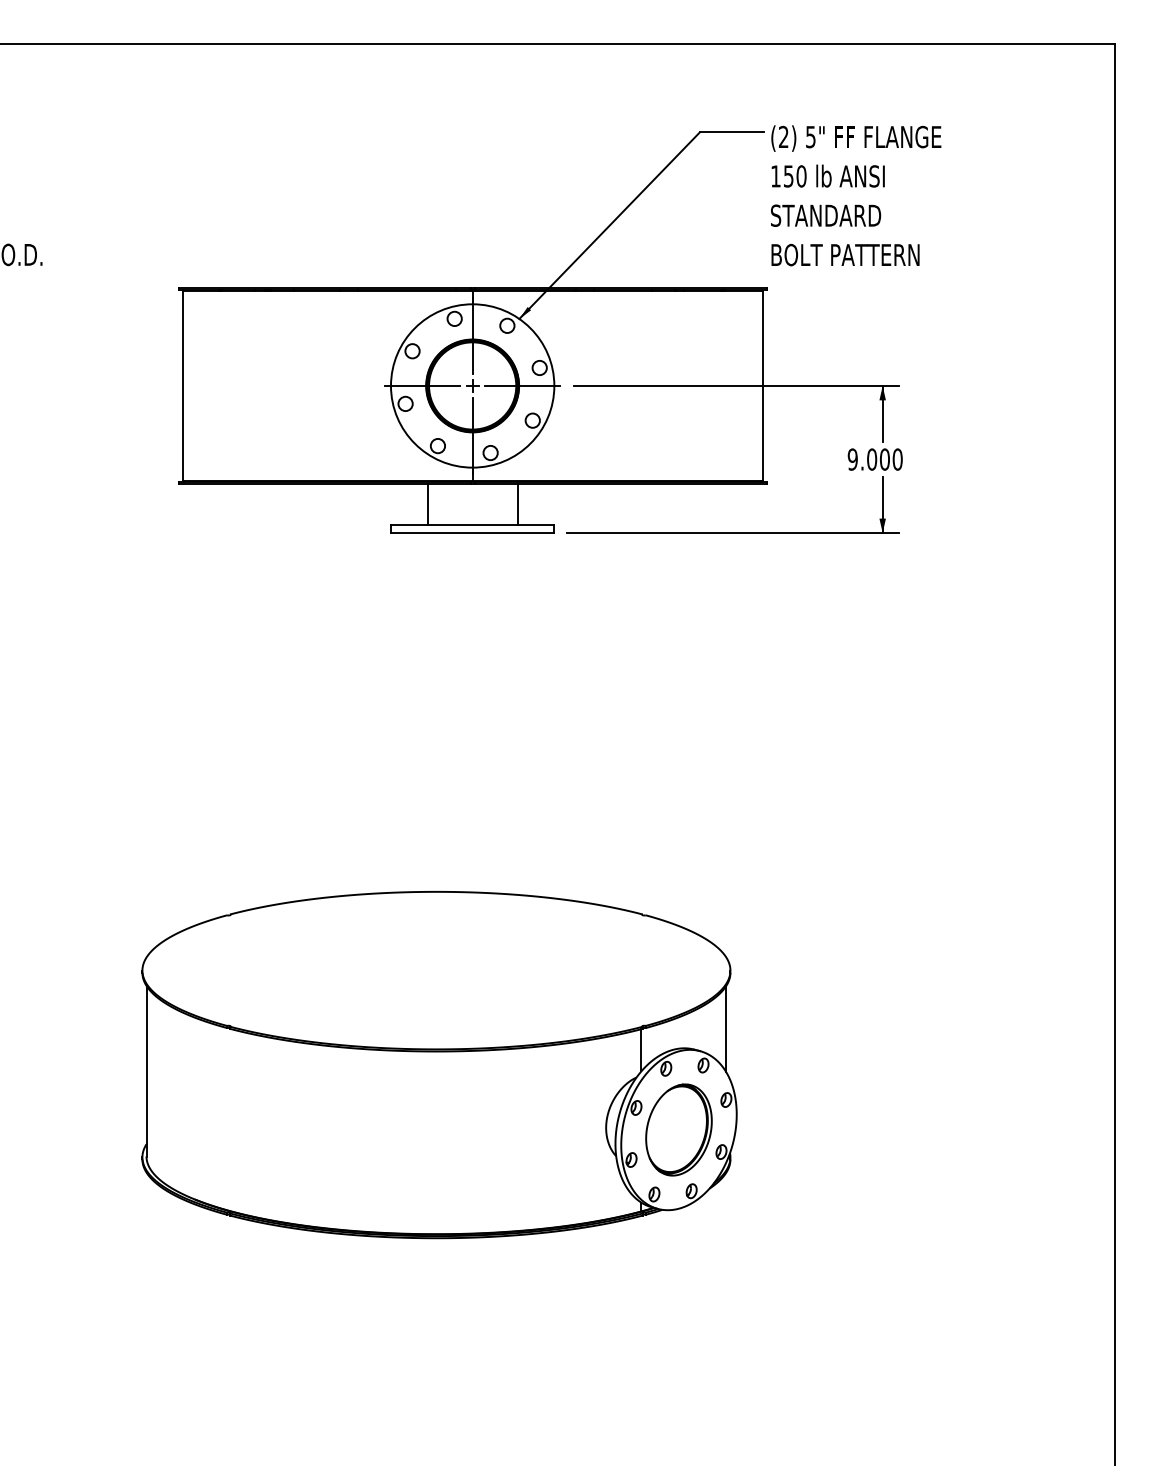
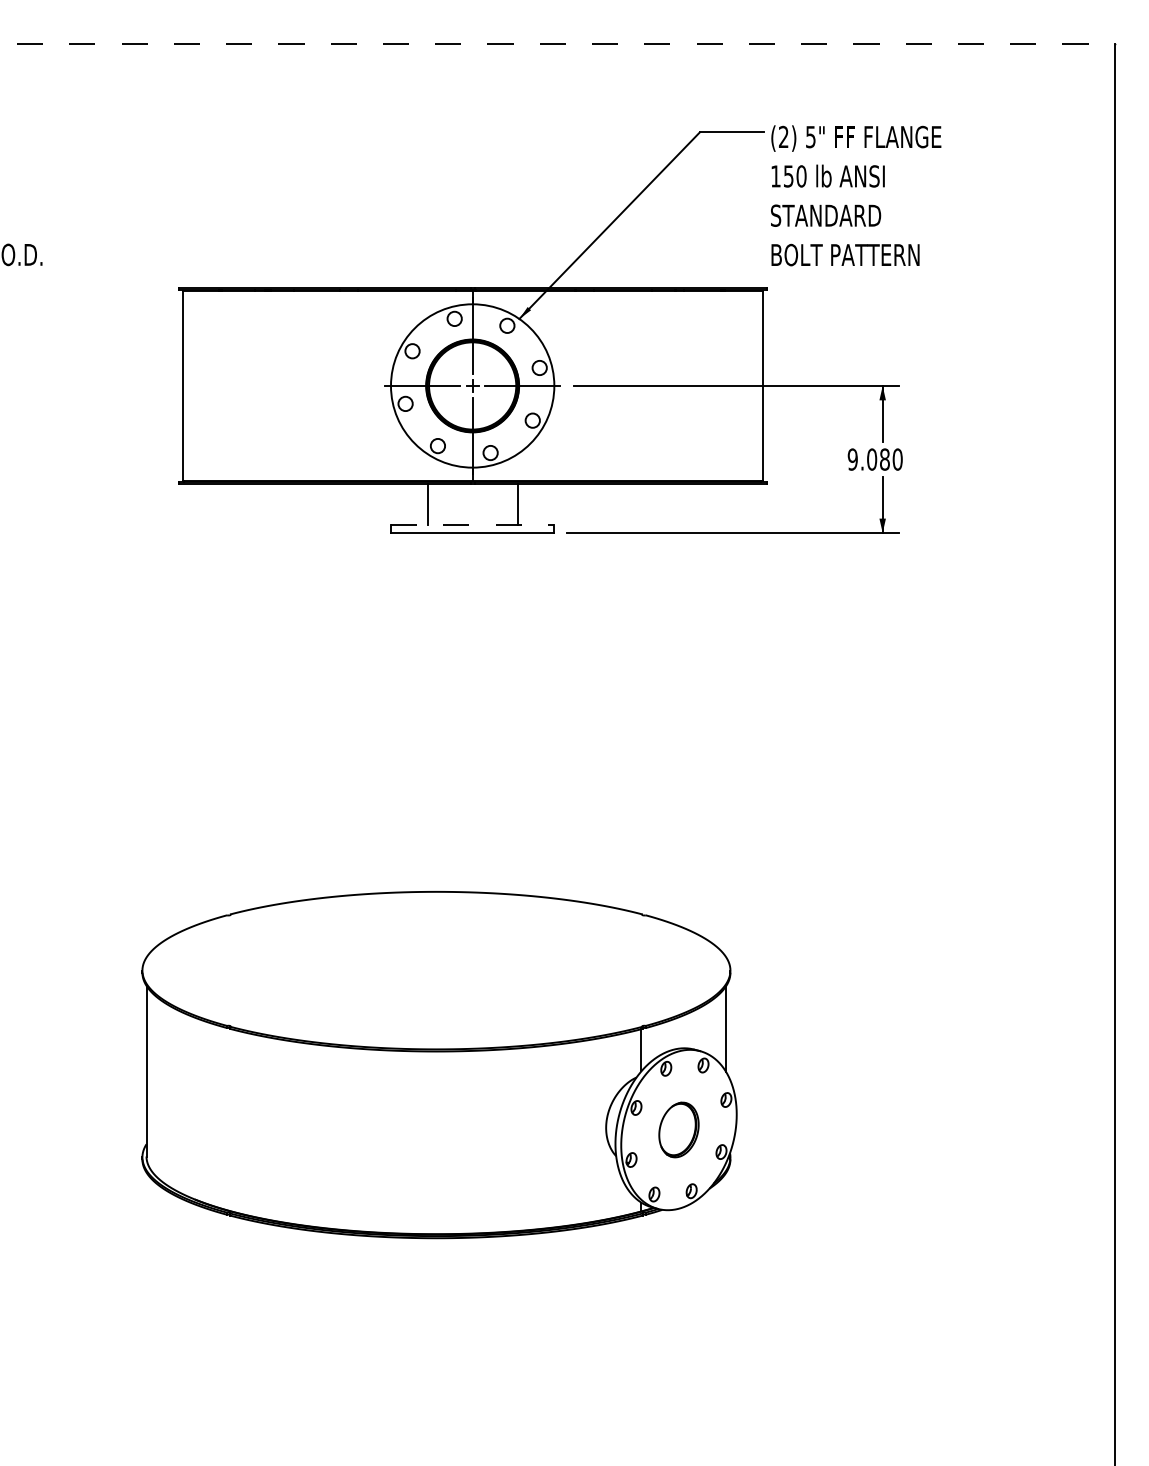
line at (557, 43): solid -> dashed
text at (884, 459): 9.000 -> 9.080
line at (472, 524): solid -> dashed
part at (678, 1129) size: 68x94 px -> 42x58 px
